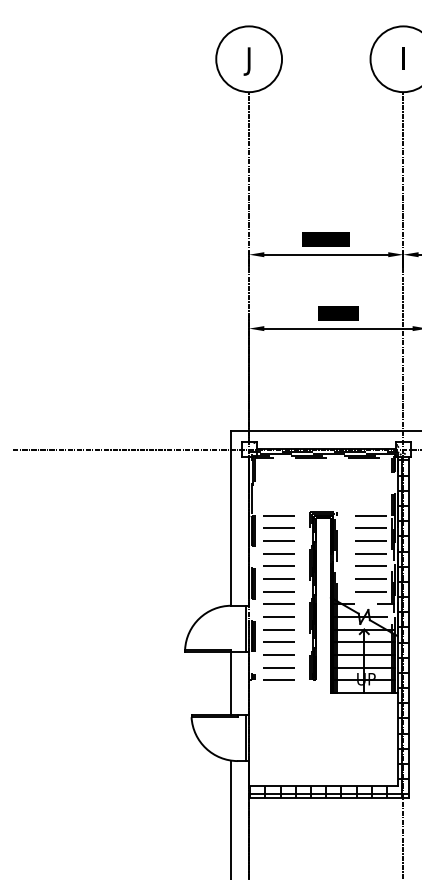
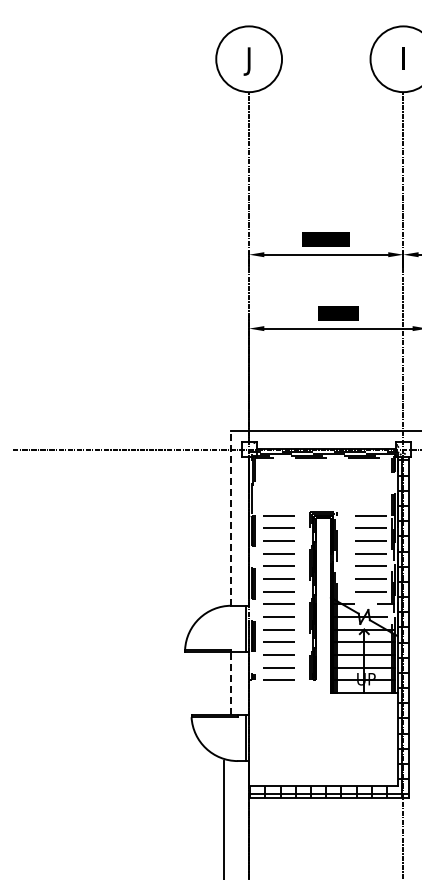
line at (231, 518): solid -> dashed
line at (231, 682): solid -> dashed
line at (231, 818) position: (231, 818) -> (224, 818)
